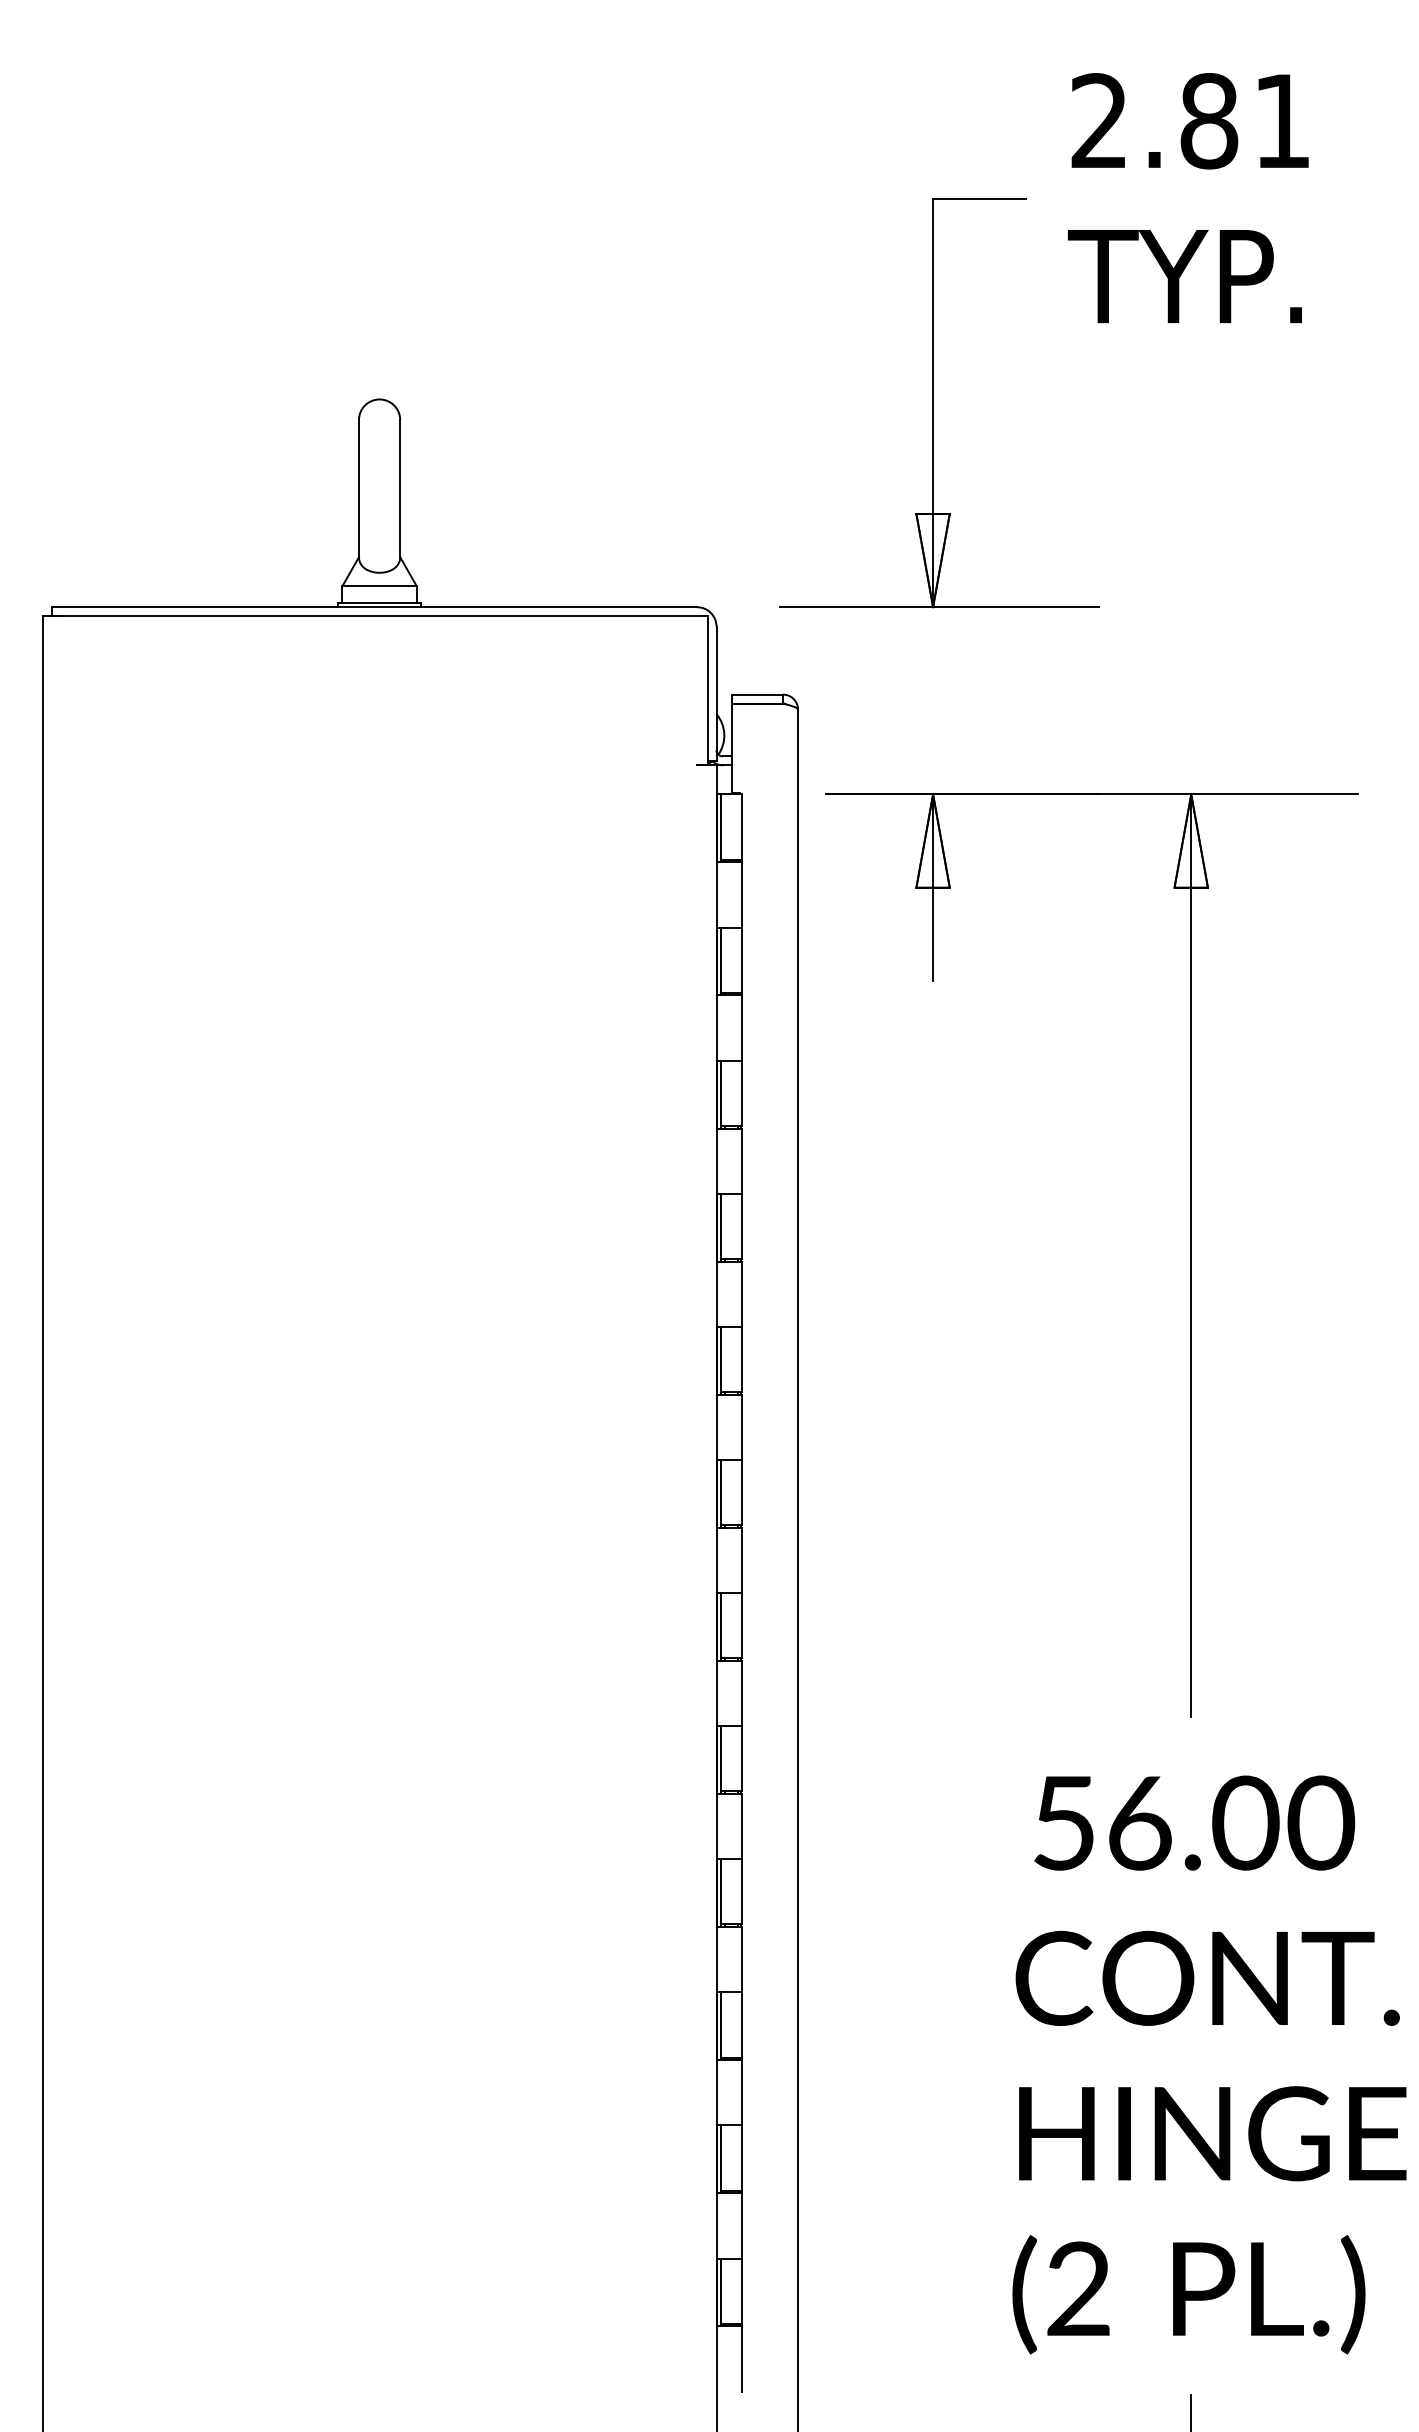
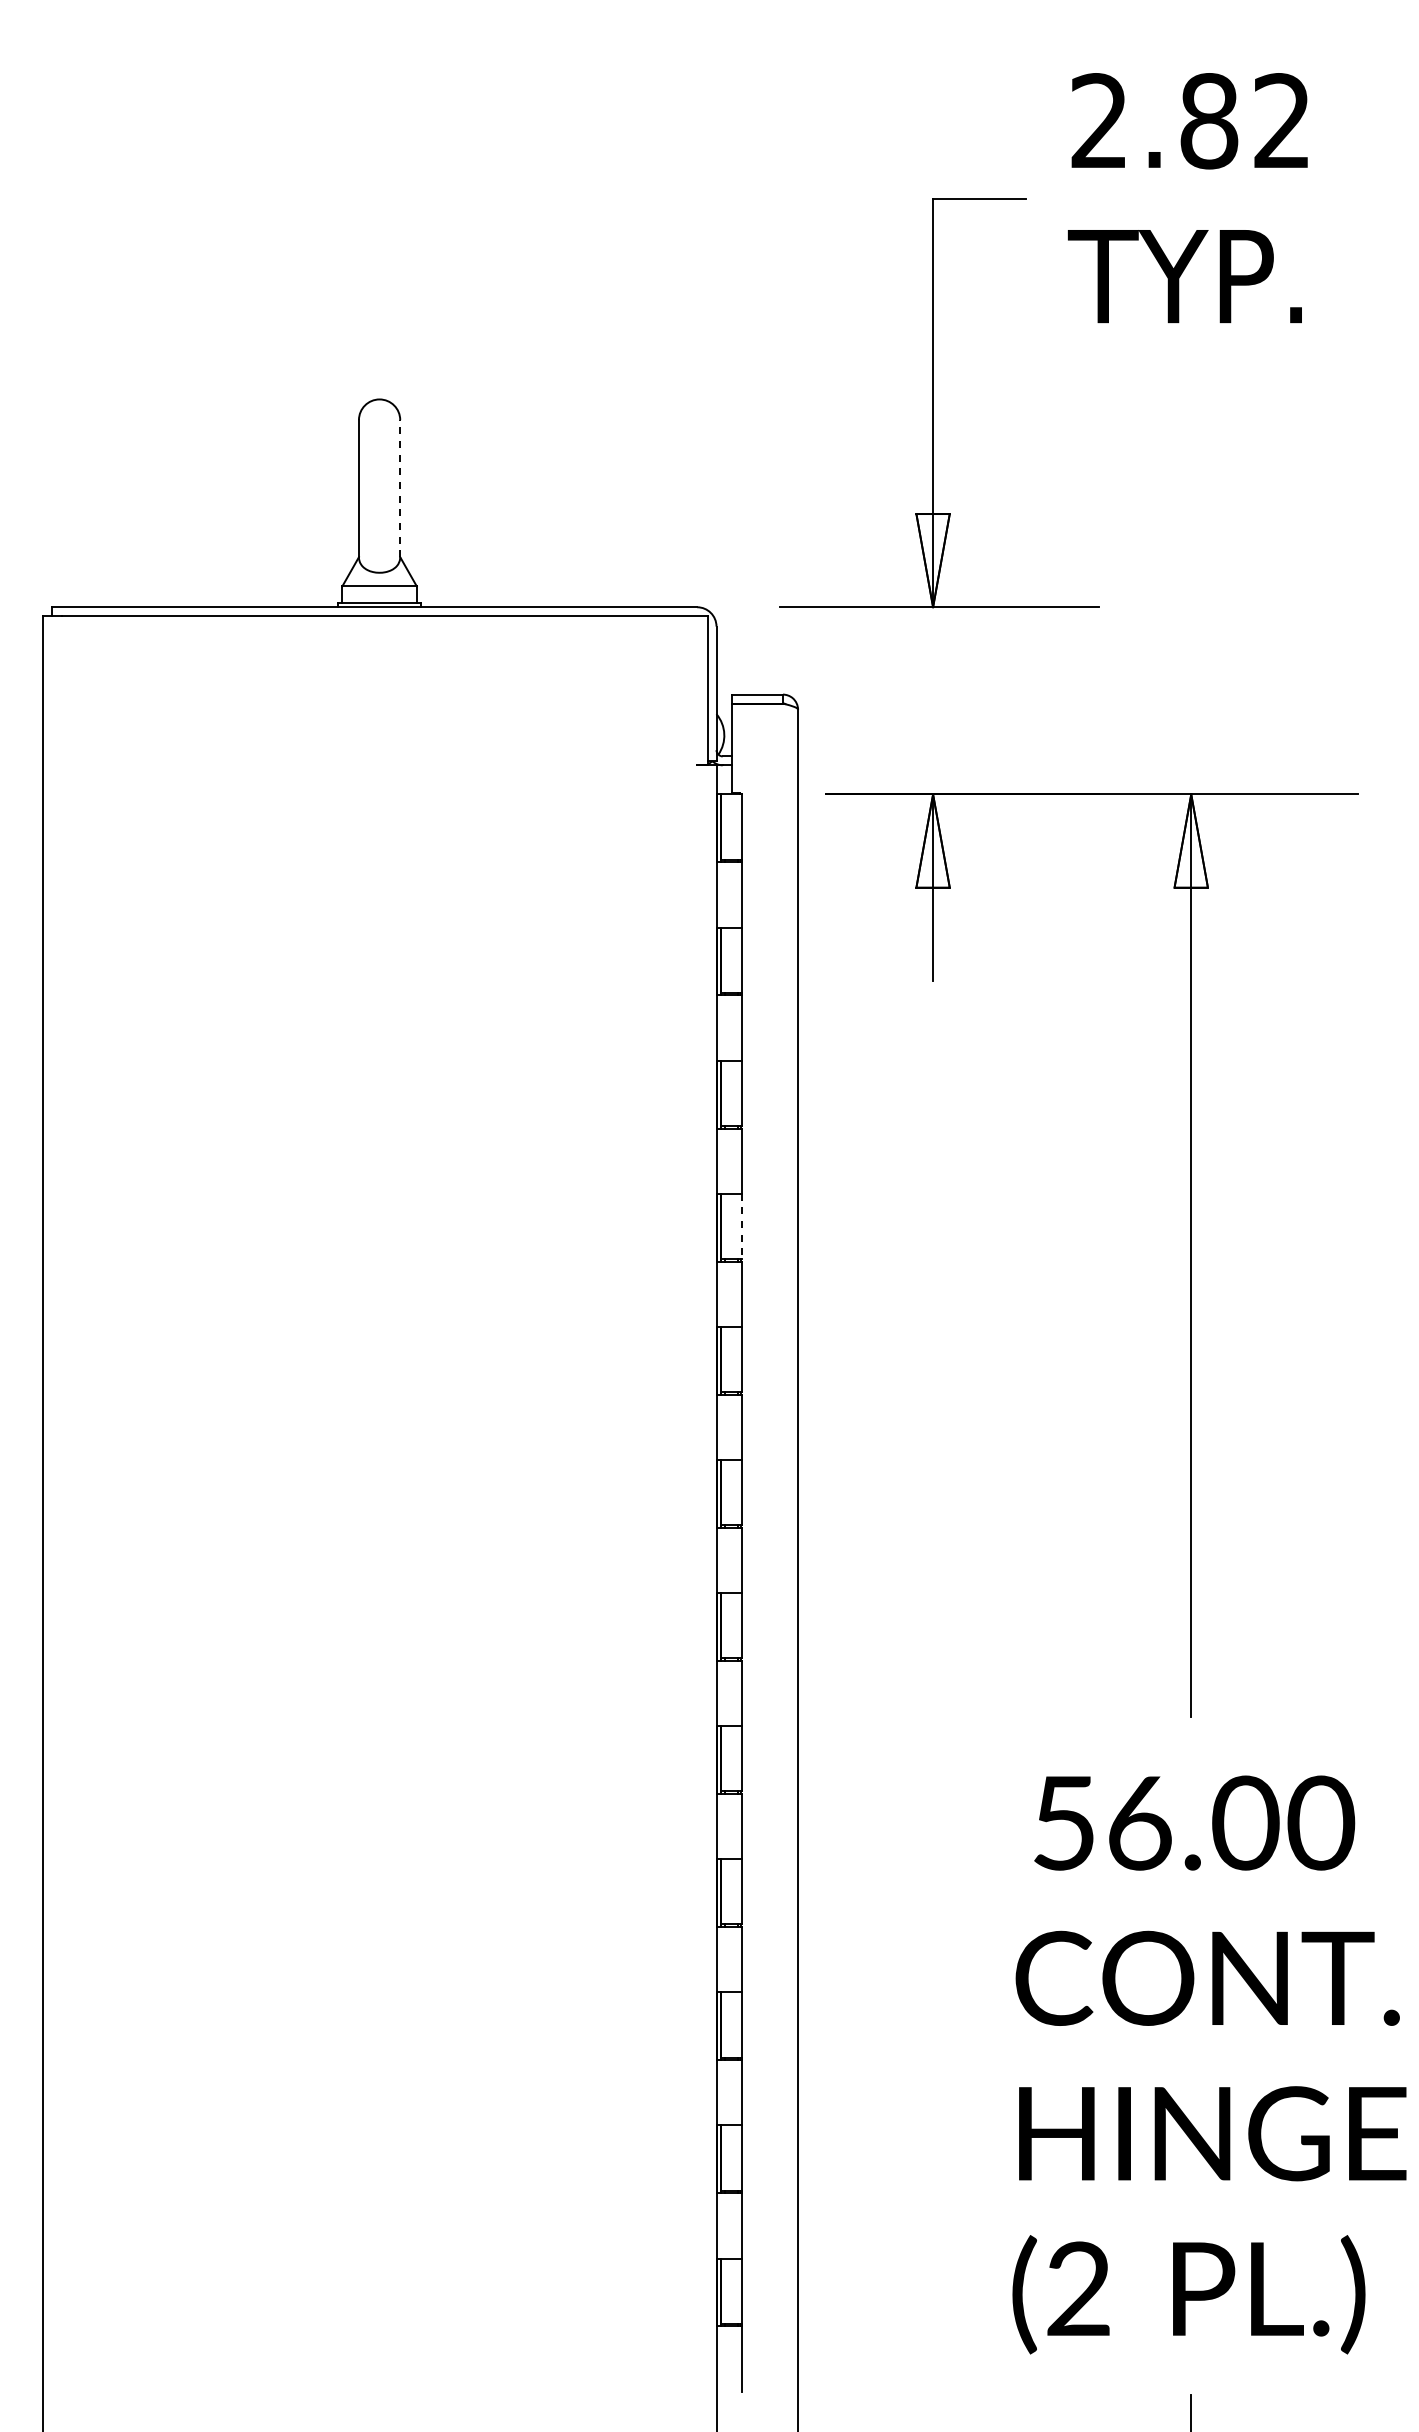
text at (1281, 120): 2.81 -> 2.82
line at (400, 488): solid -> dashed
line at (742, 1226): solid -> dashed
